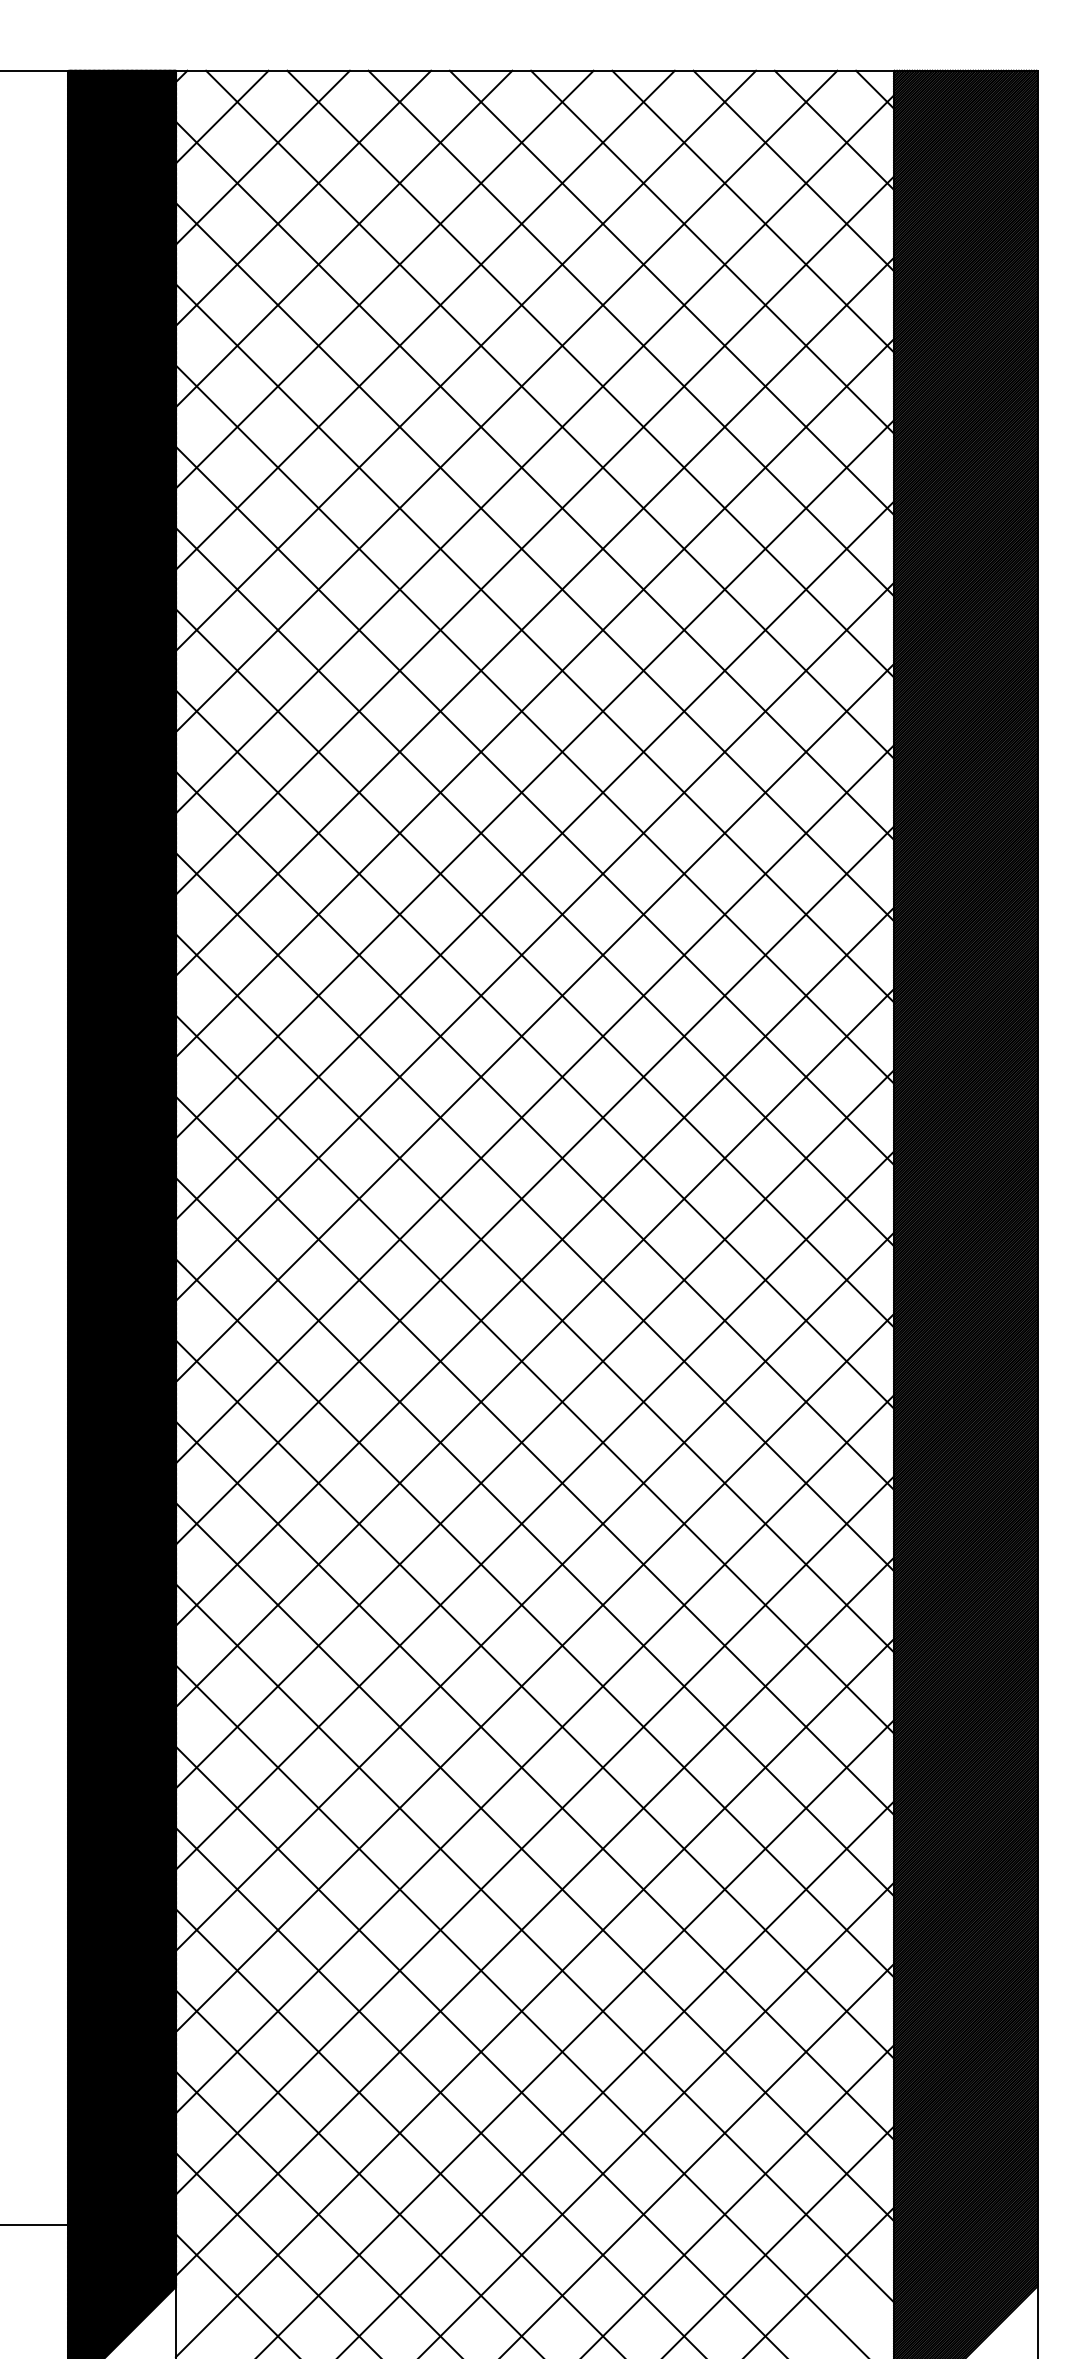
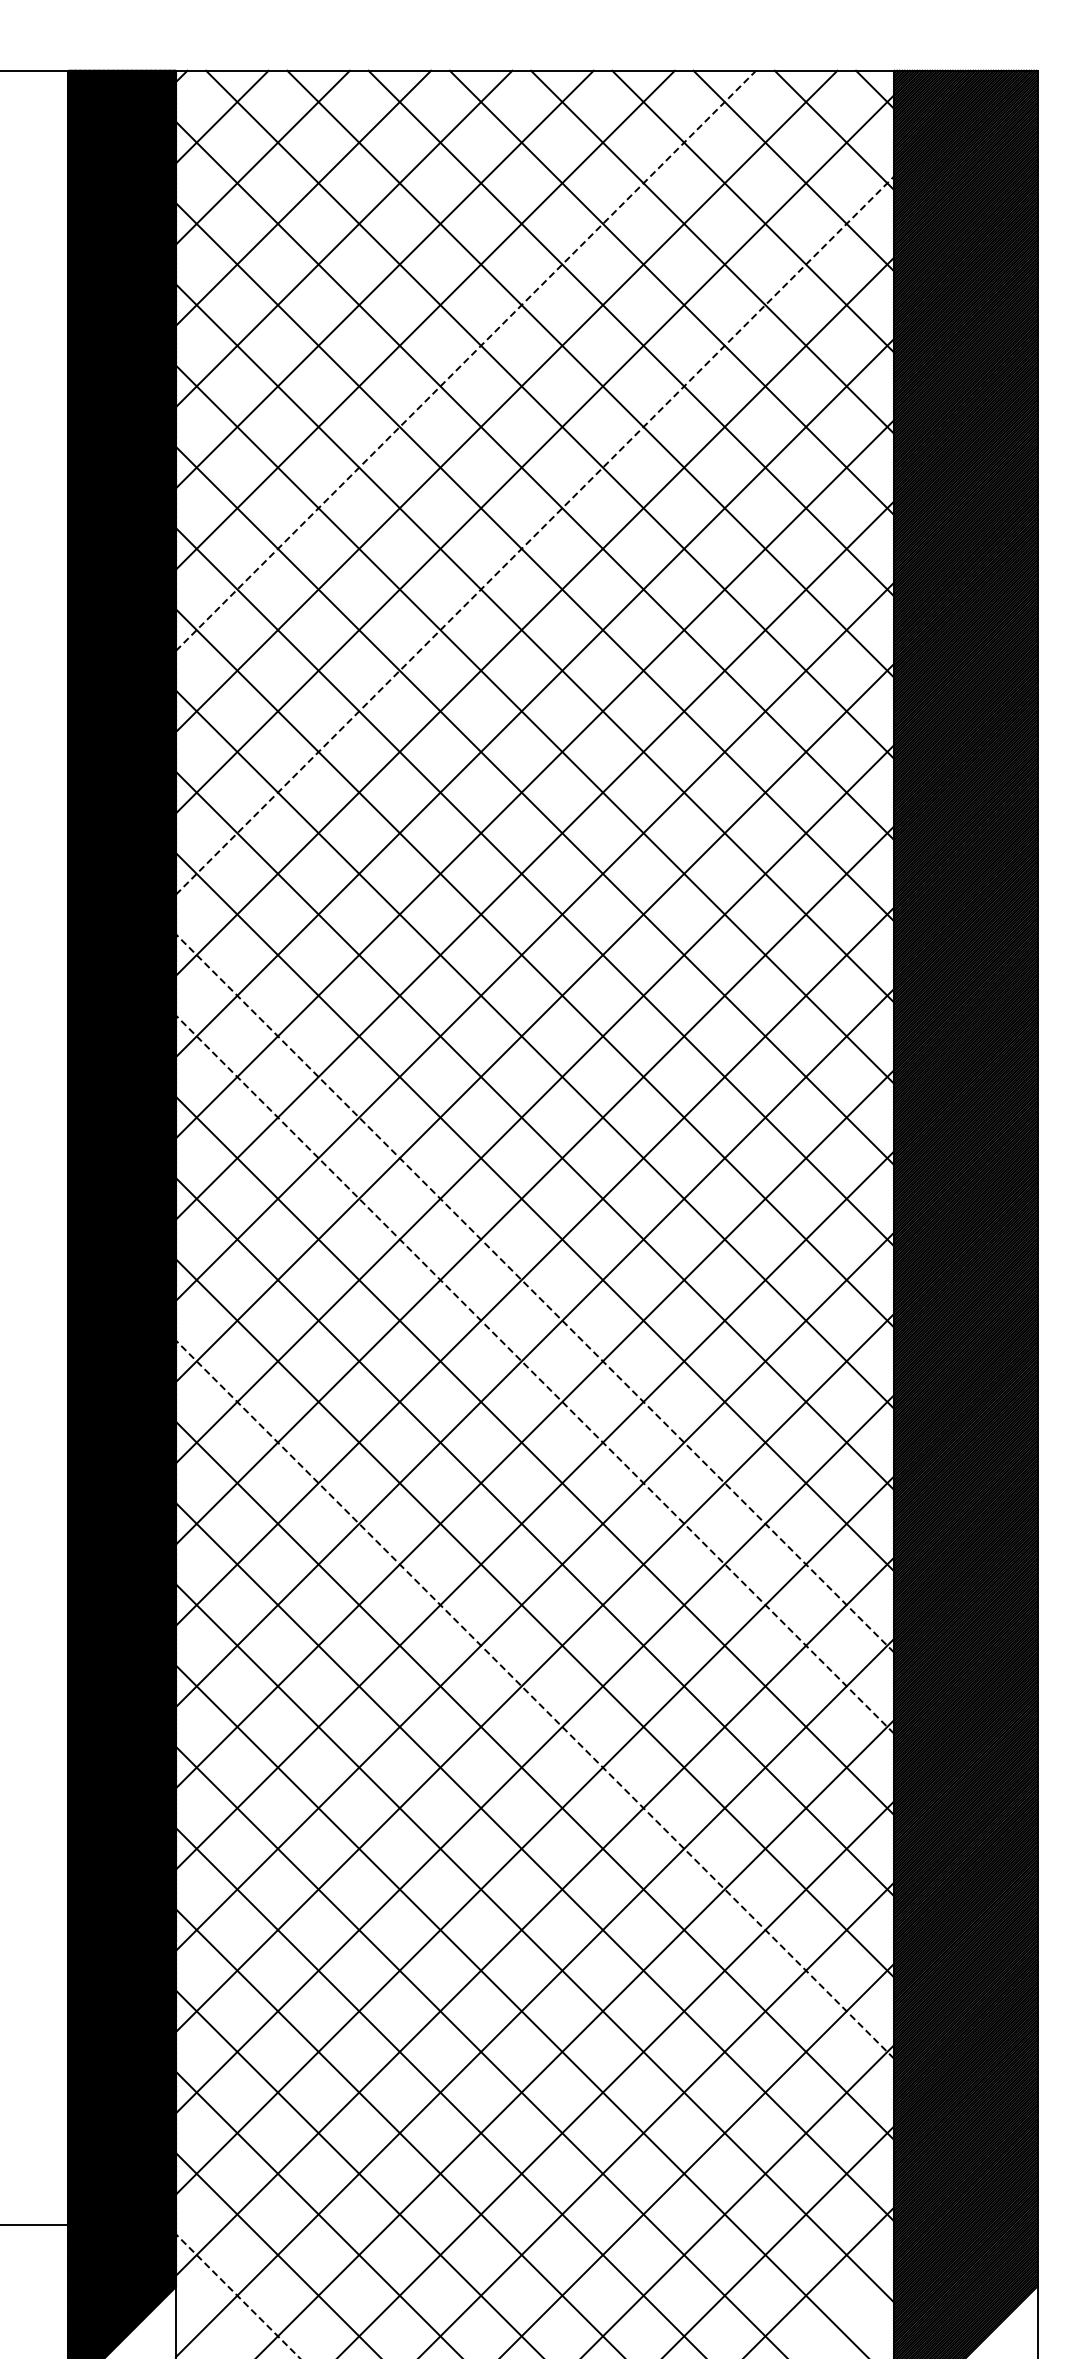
line at (466, 360): solid -> dashed
line at (535, 535): solid -> dashed
line at (535, 1293): solid -> dashed
line at (535, 1374): solid -> dashed
line at (535, 1699): solid -> dashed
line at (238, 2296): solid -> dashed
